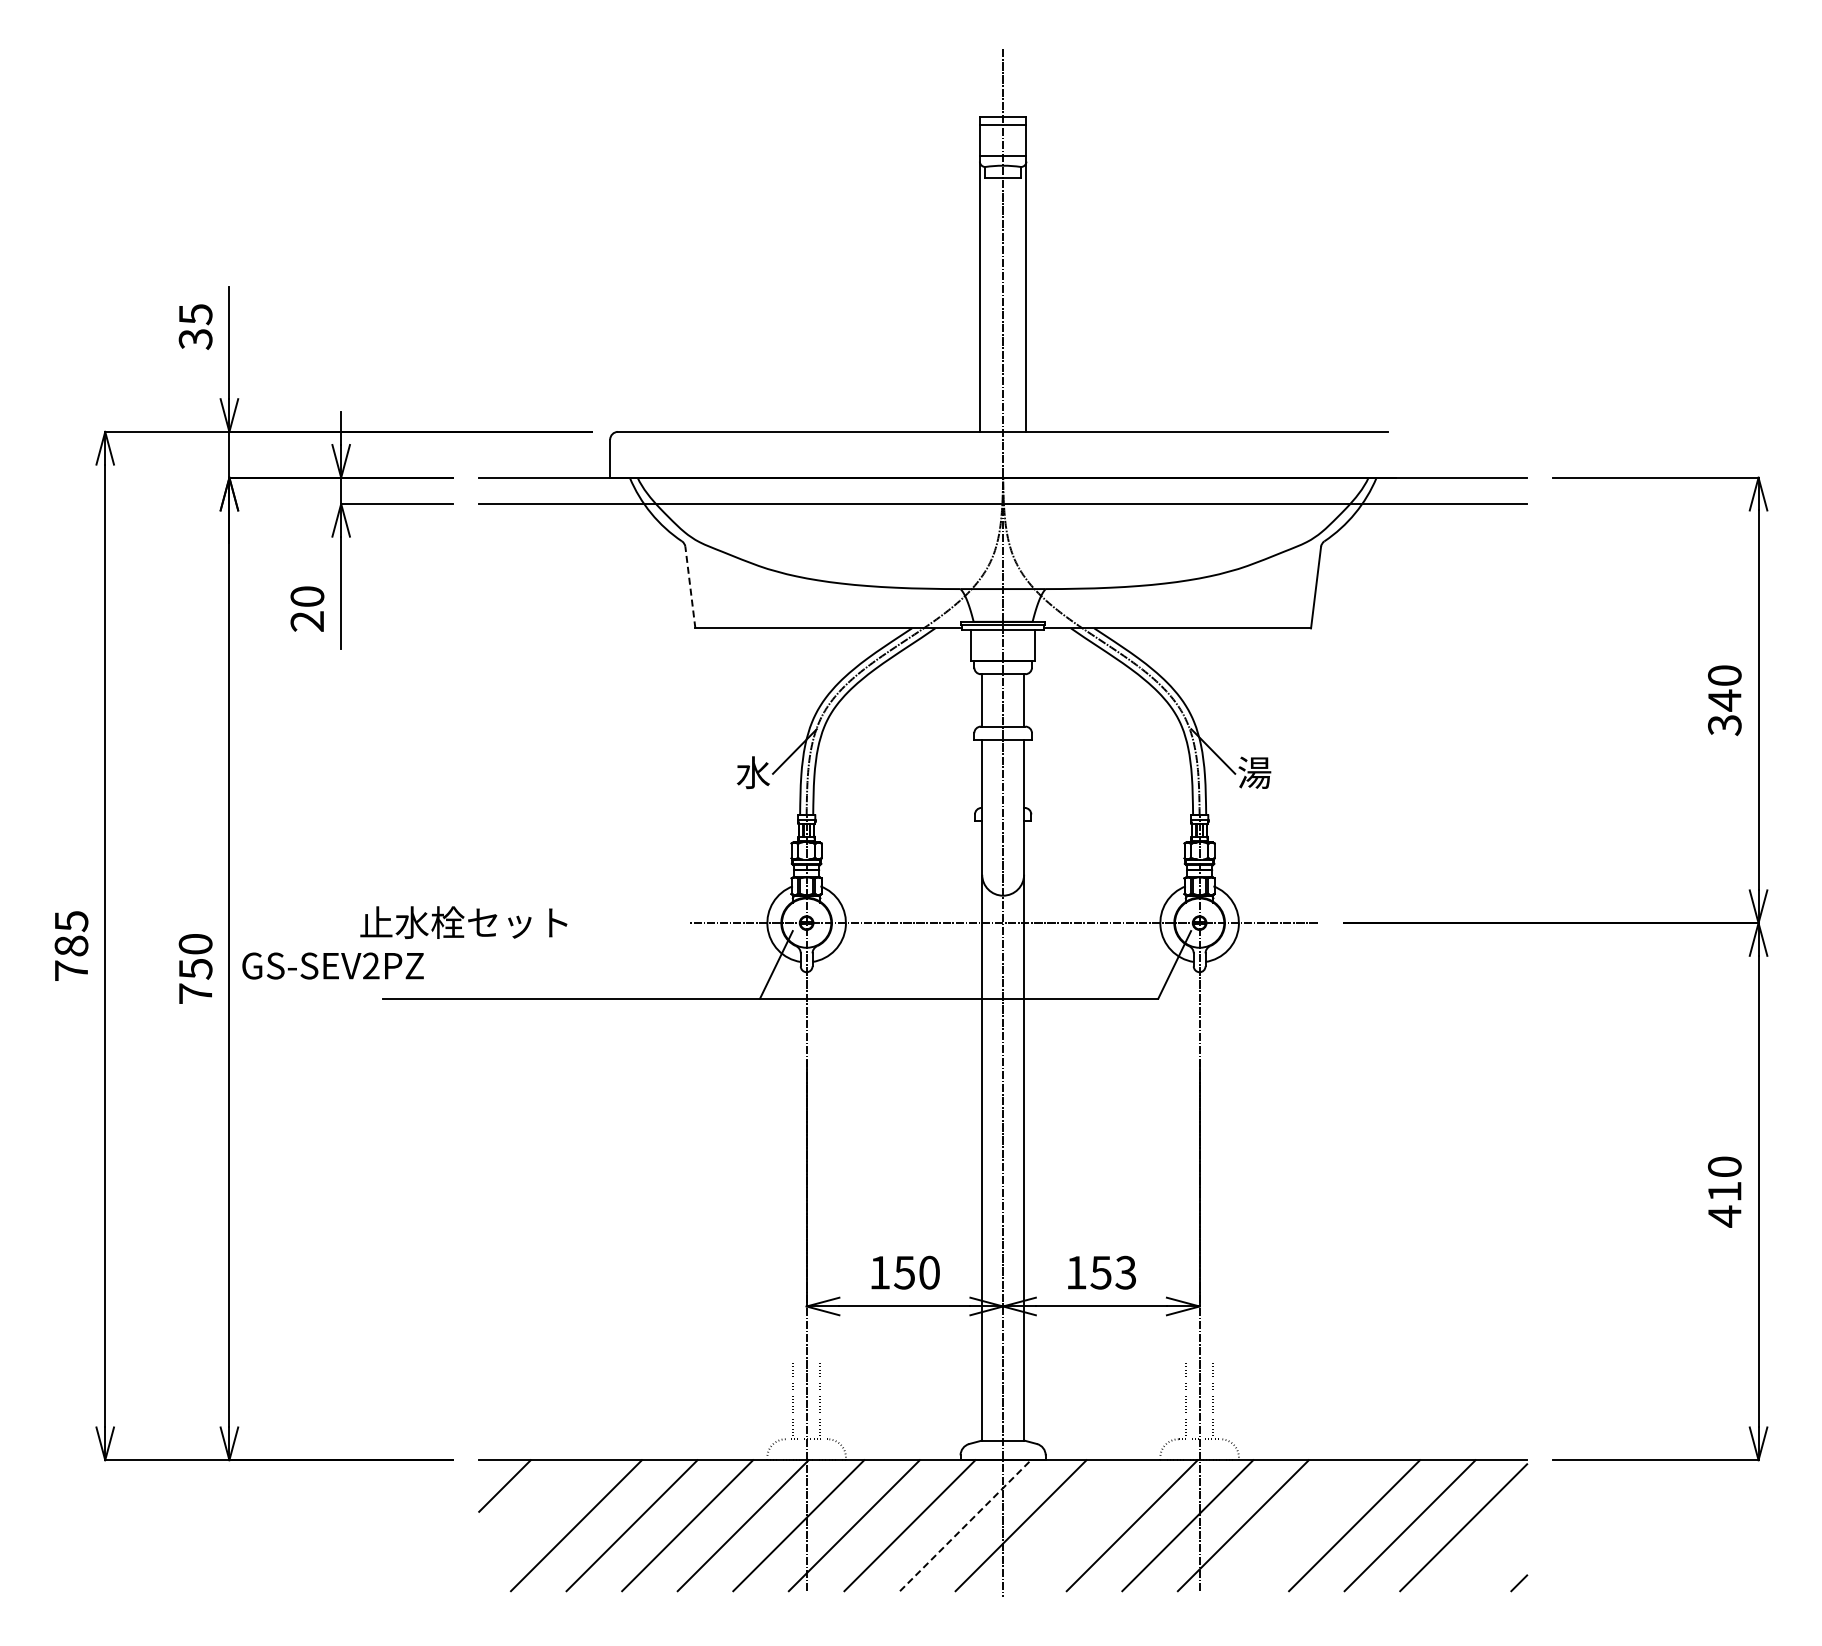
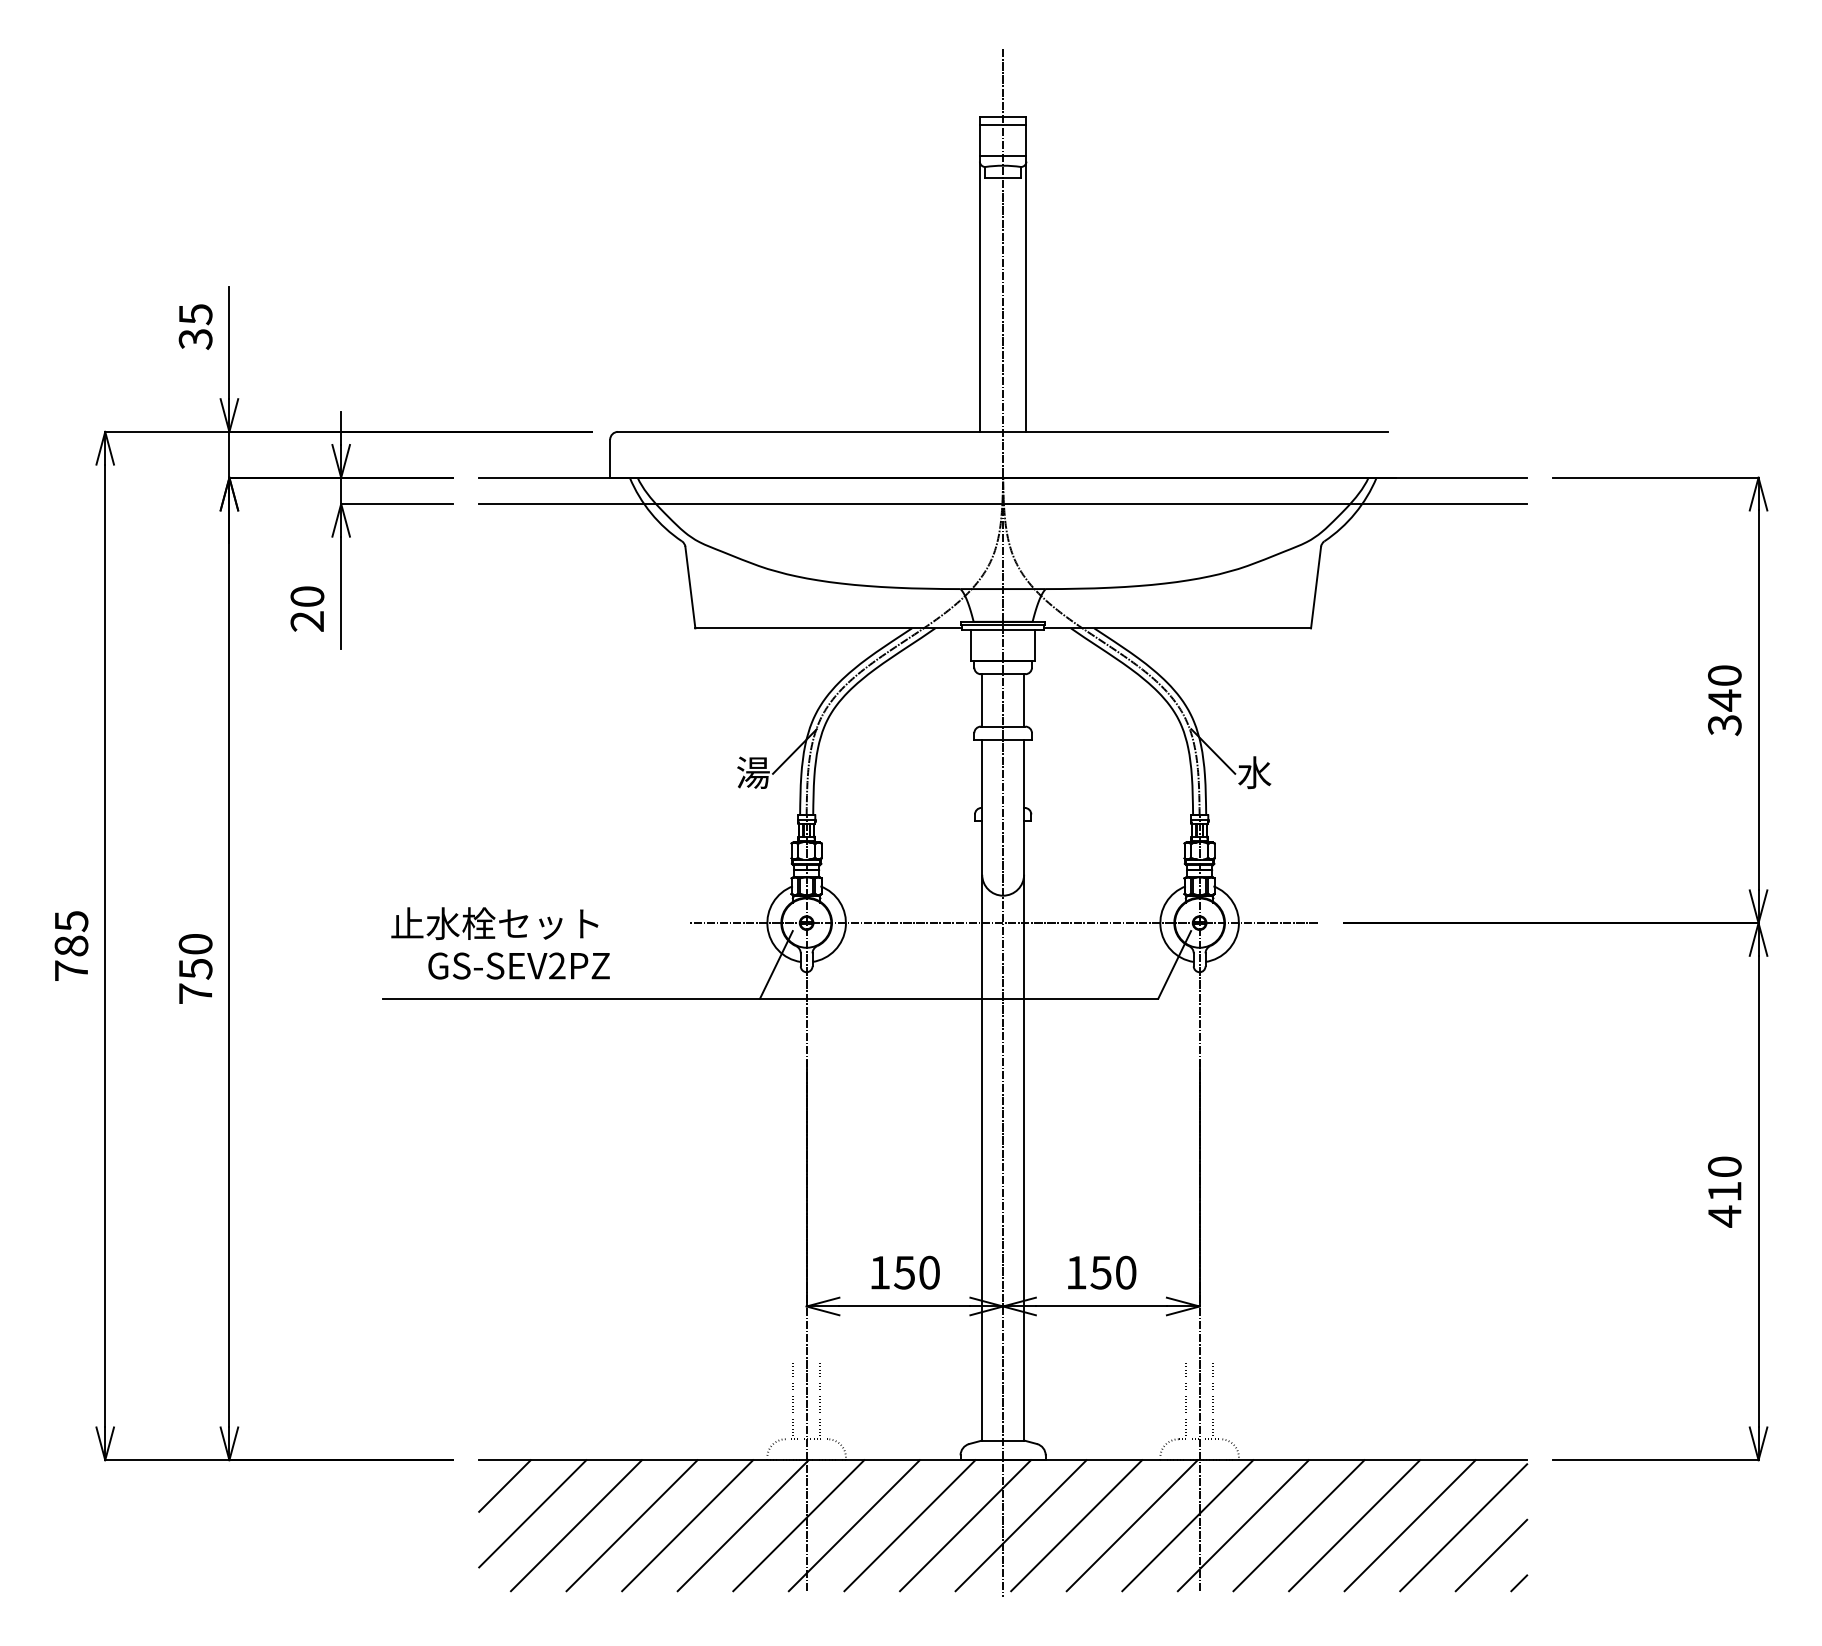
line at (690, 587): dashed -> solid
text at (752, 772): 水 -> 湯
text at (1254, 772): 湯 -> 水
text at (463, 922) position: (463, 922) -> (494, 923)
text at (332, 965) position: (332, 965) -> (518, 965)
text at (1125, 1272): 153 -> 150
line at (532, 1513): none -> present
line at (965, 1525): dashed -> solid
line at (1076, 1525): none -> present
line at (1298, 1525): none -> present
line at (1491, 1555): none -> present
